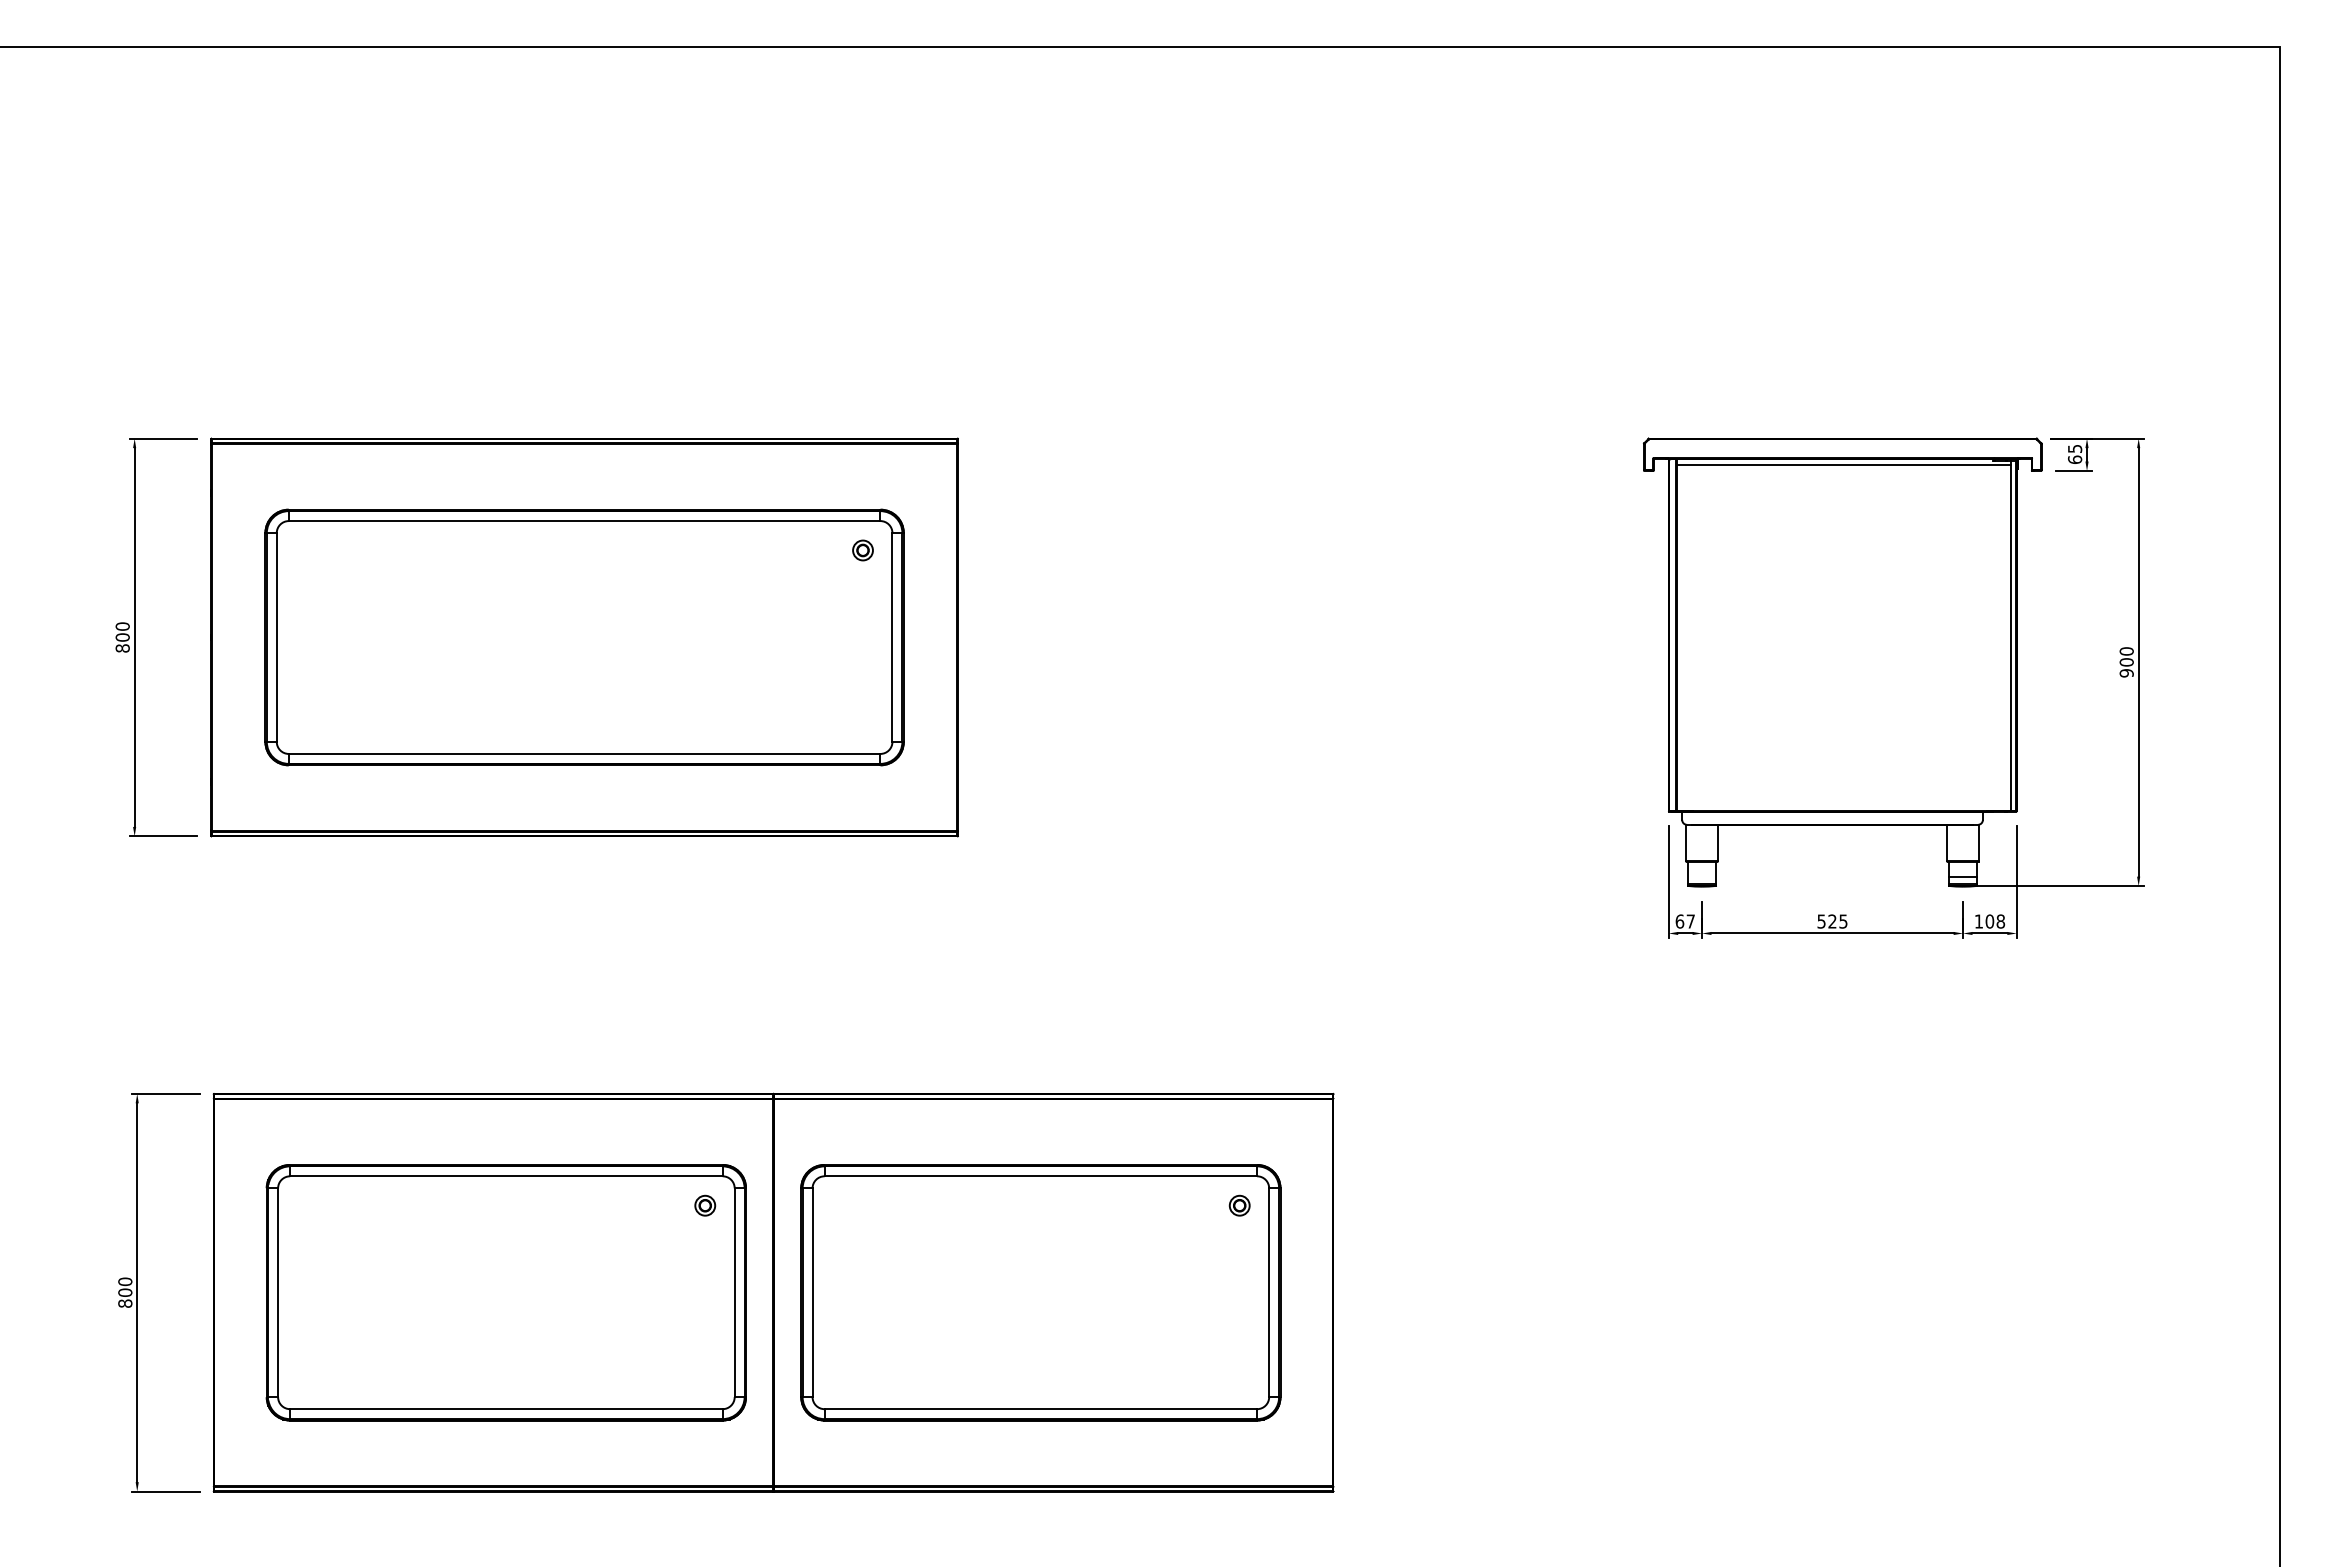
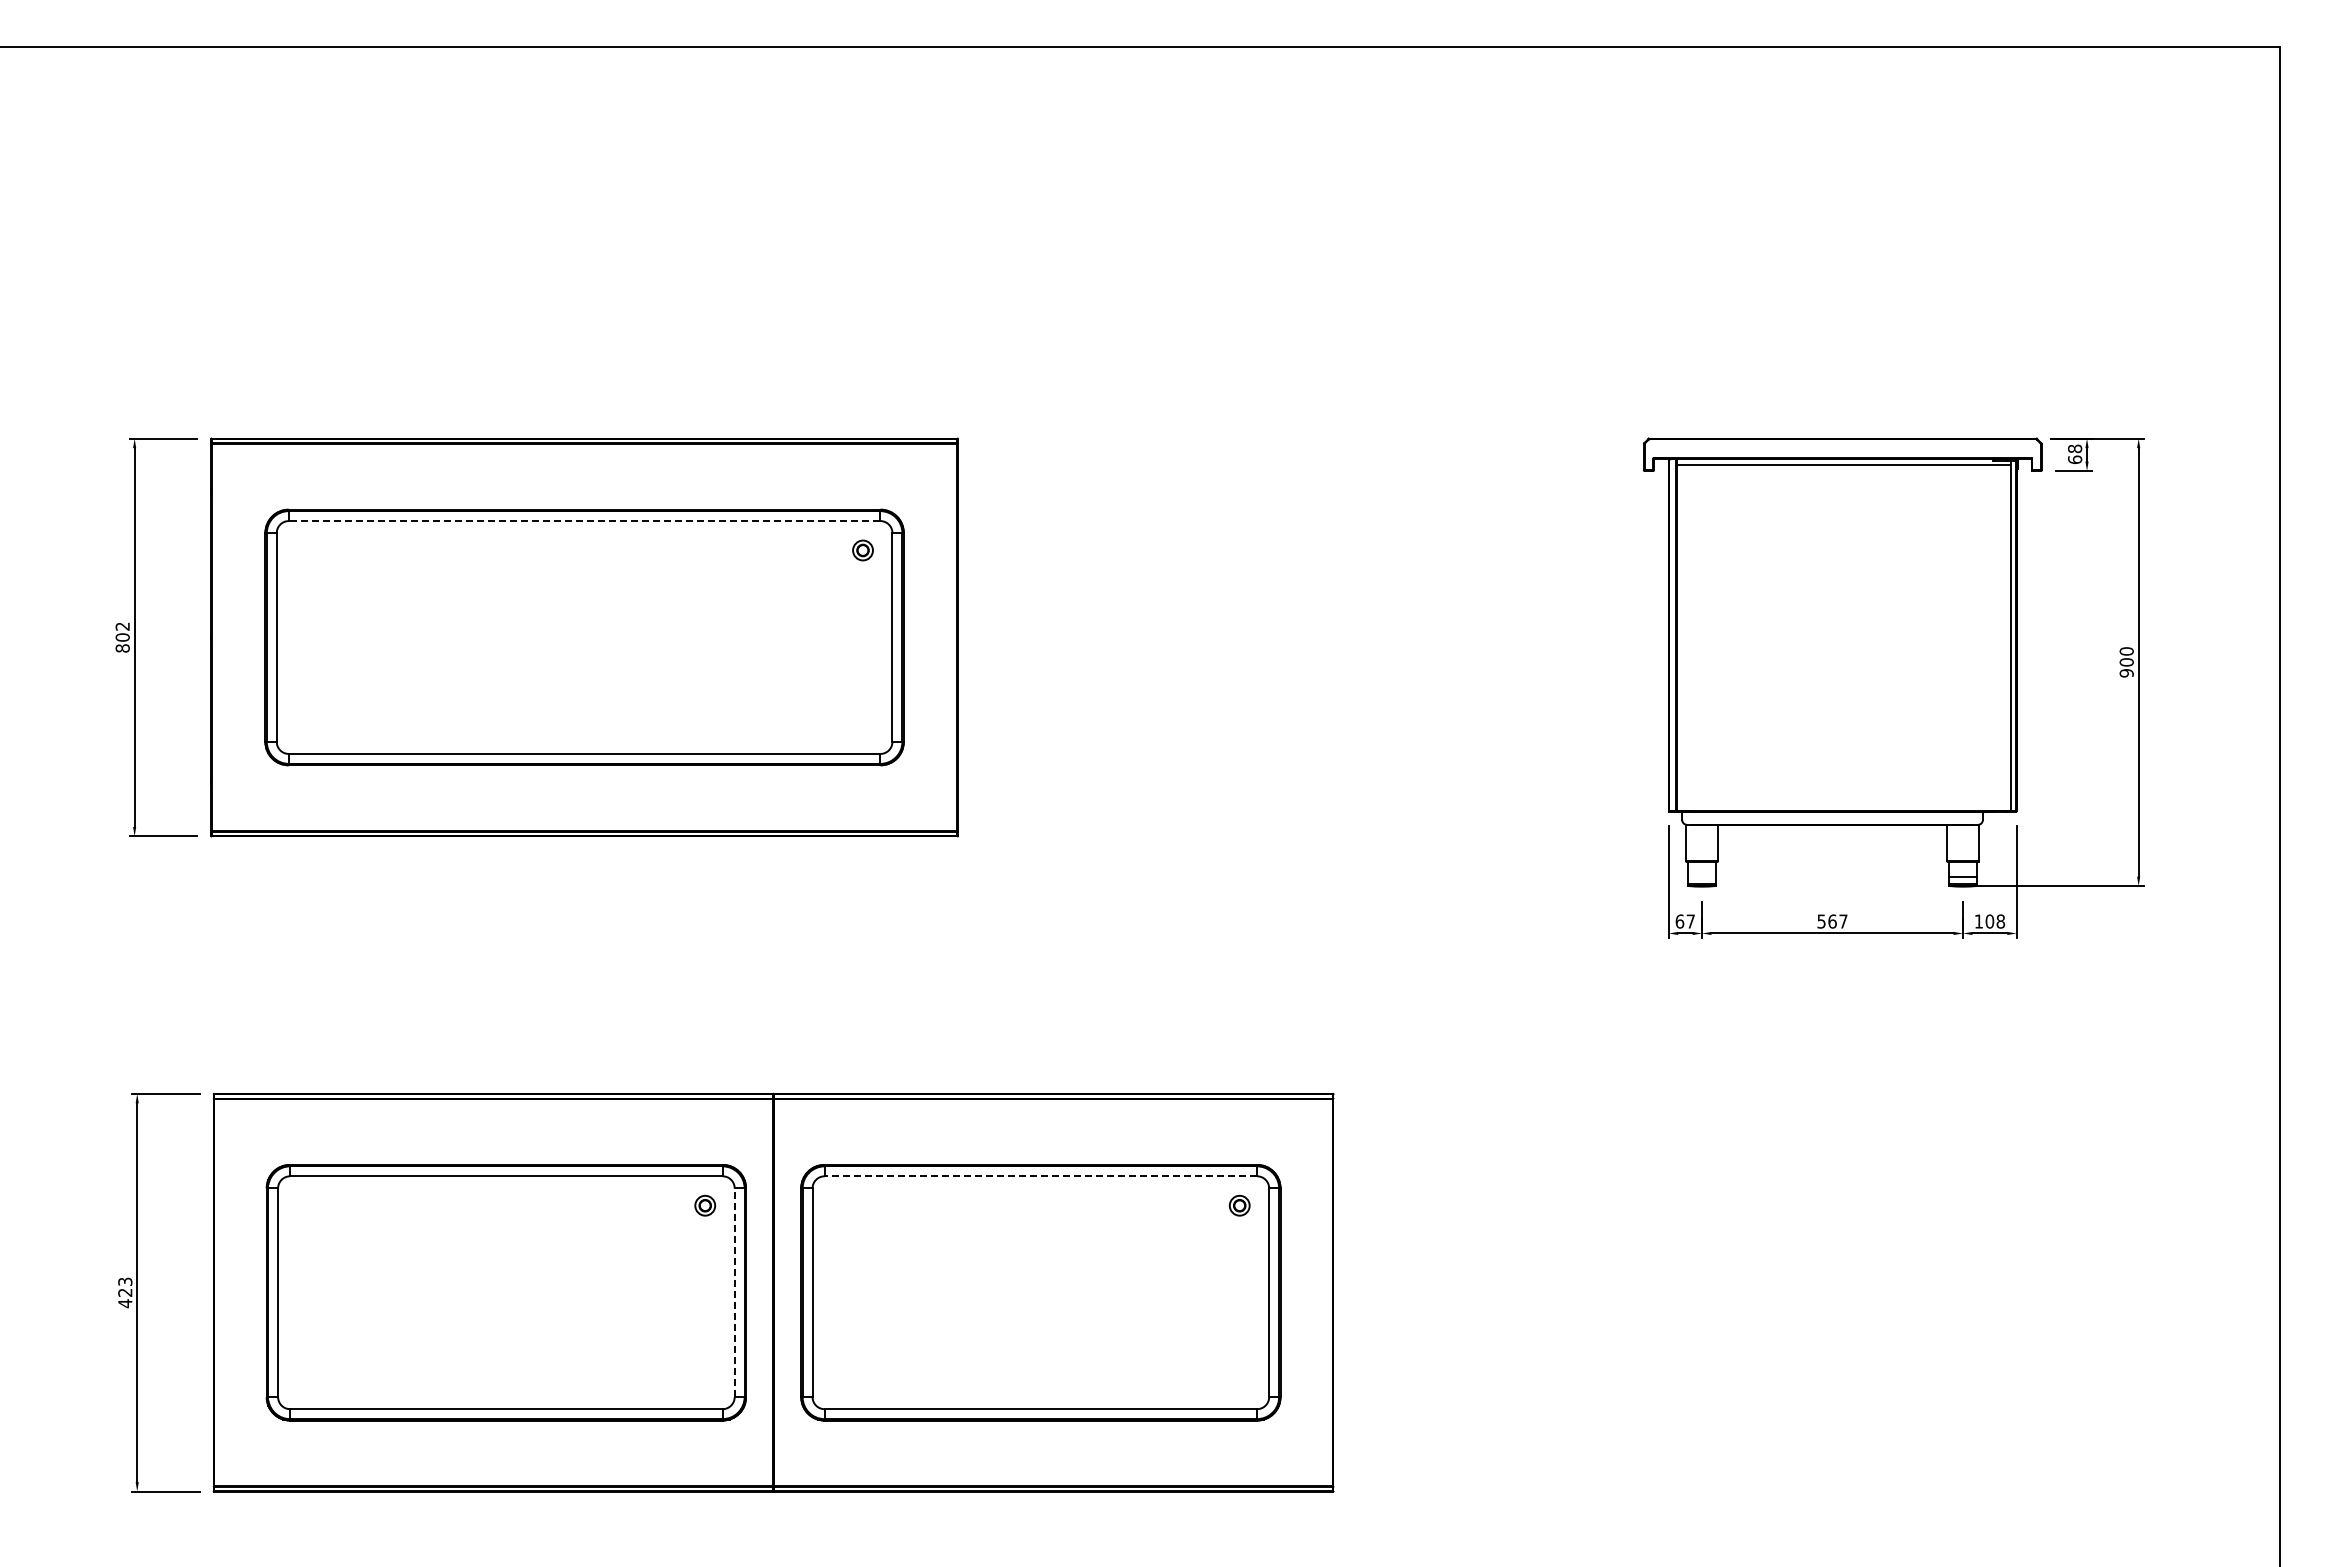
text at (2075, 448): 65 -> 68
line at (584, 521): solid -> dashed
text at (122, 626): 800 -> 802
text at (1837, 921): 525 -> 567
line at (1040, 1176): solid -> dashed
text at (125, 1292): 800 -> 423
line at (734, 1292): solid -> dashed
